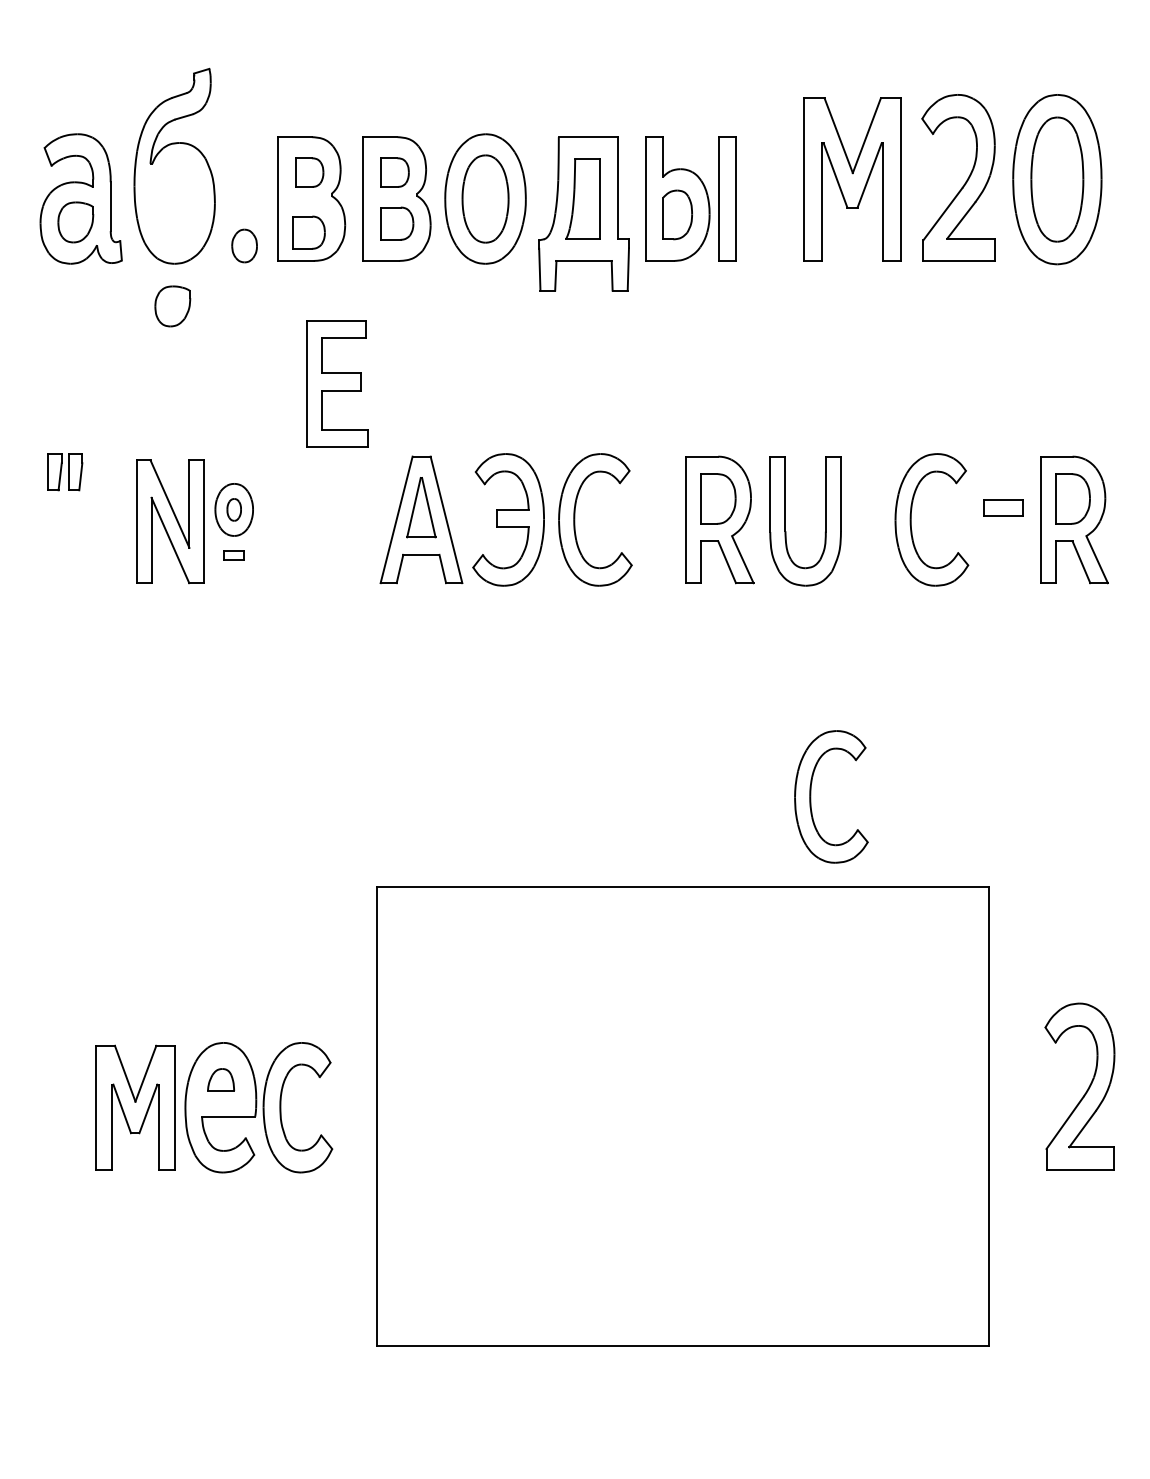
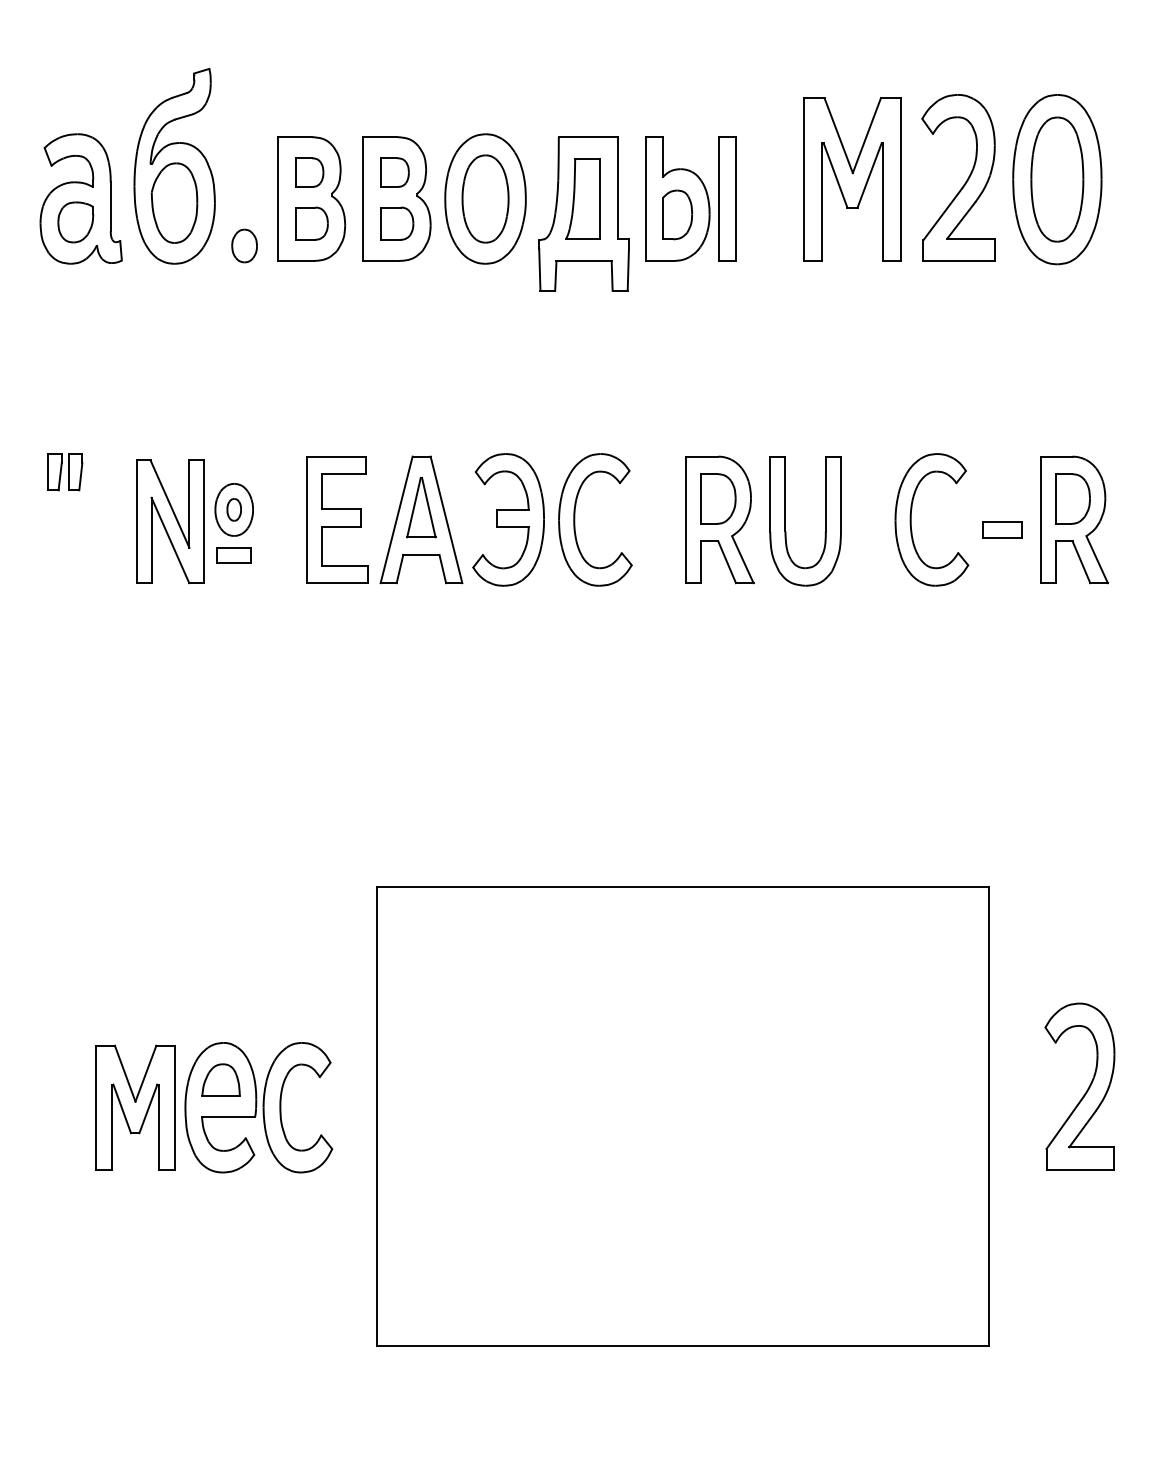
part at (174, 202): none -> present
part at (308, 232) position: (308, 232) -> (311, 223)
part at (172, 306): present -> none
part at (337, 383) position: (337, 383) -> (337, 519)
part at (1003, 507) position: (1003, 507) -> (1002, 529)
part at (233, 555) size: 22x11 px -> 36x17 px
part at (811, 796): present -> none
part at (221, 1079) size: 29x24 px -> 40x34 px
